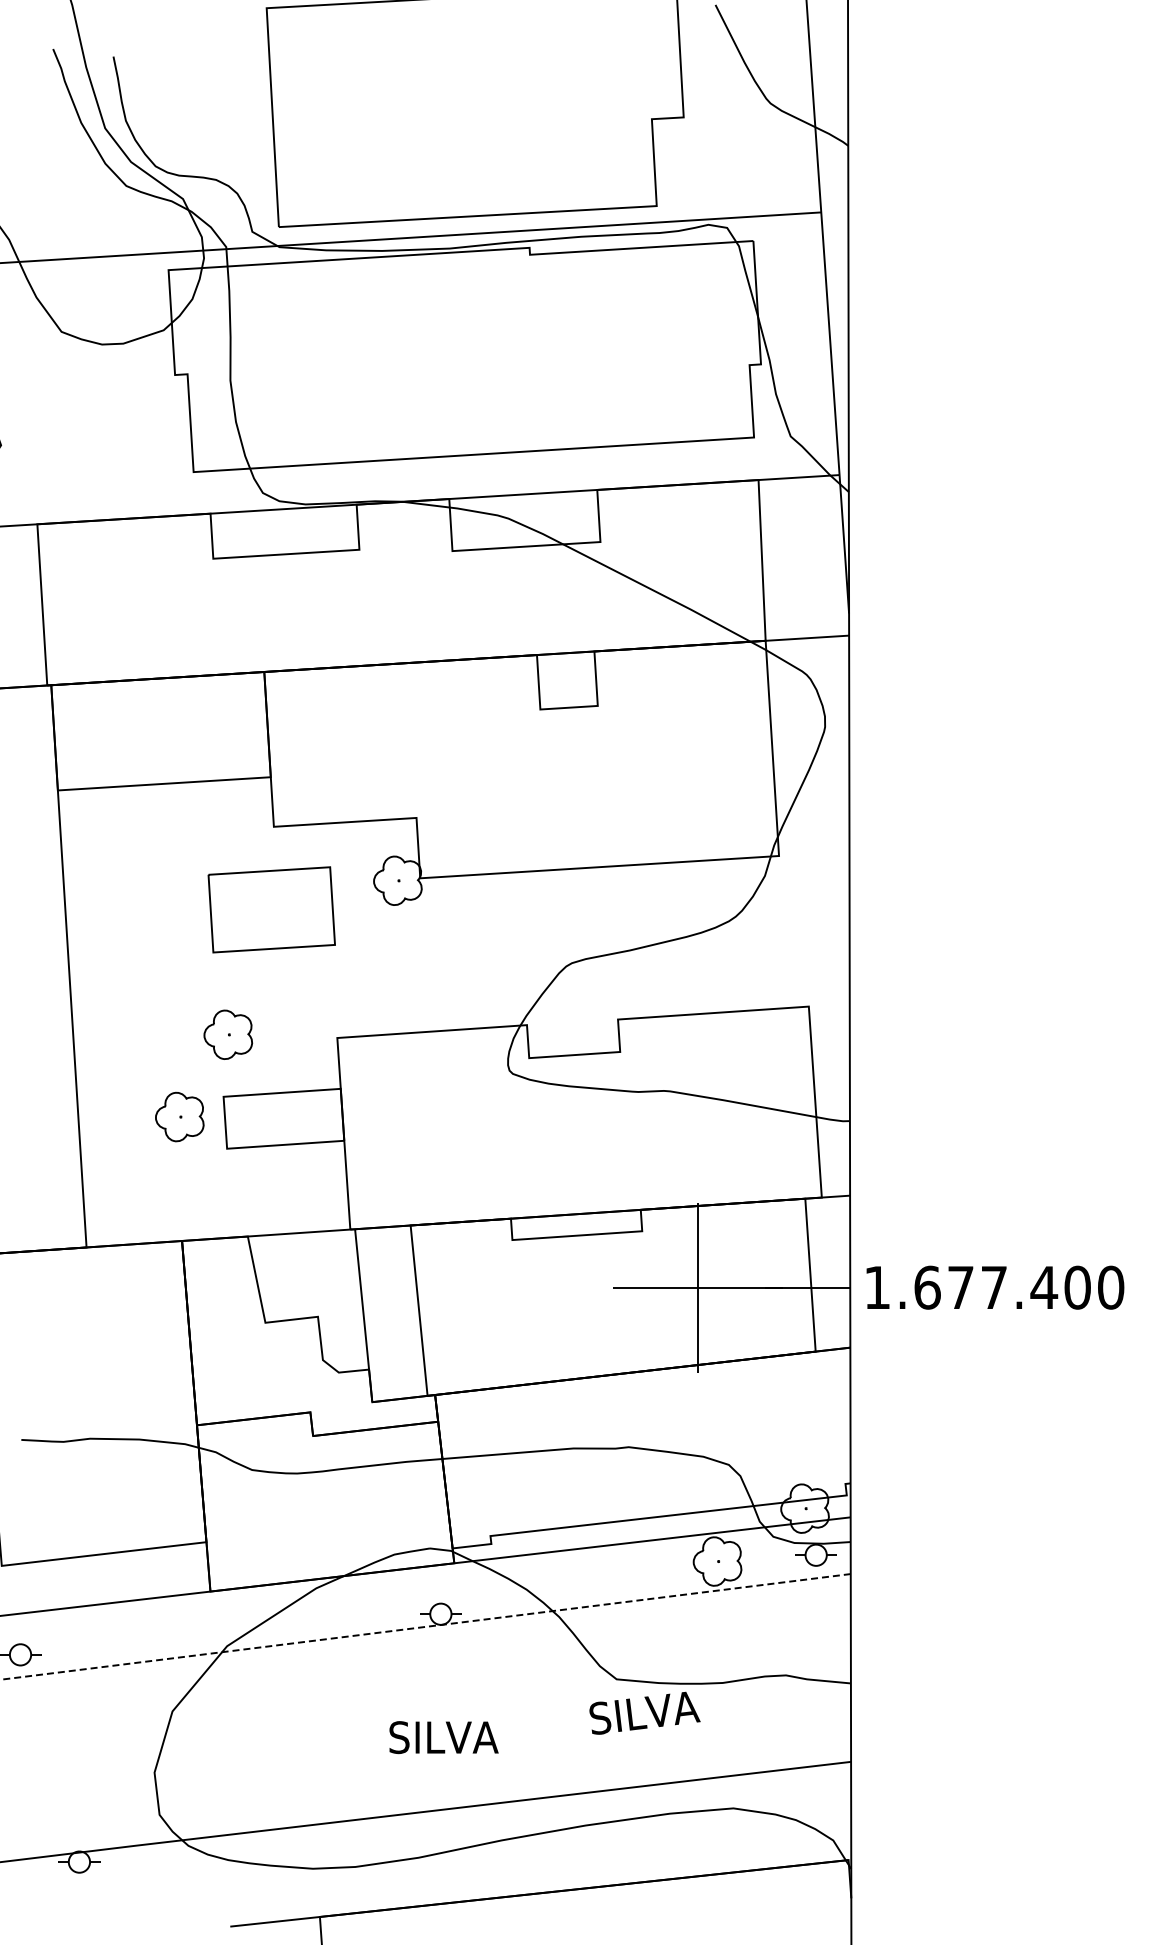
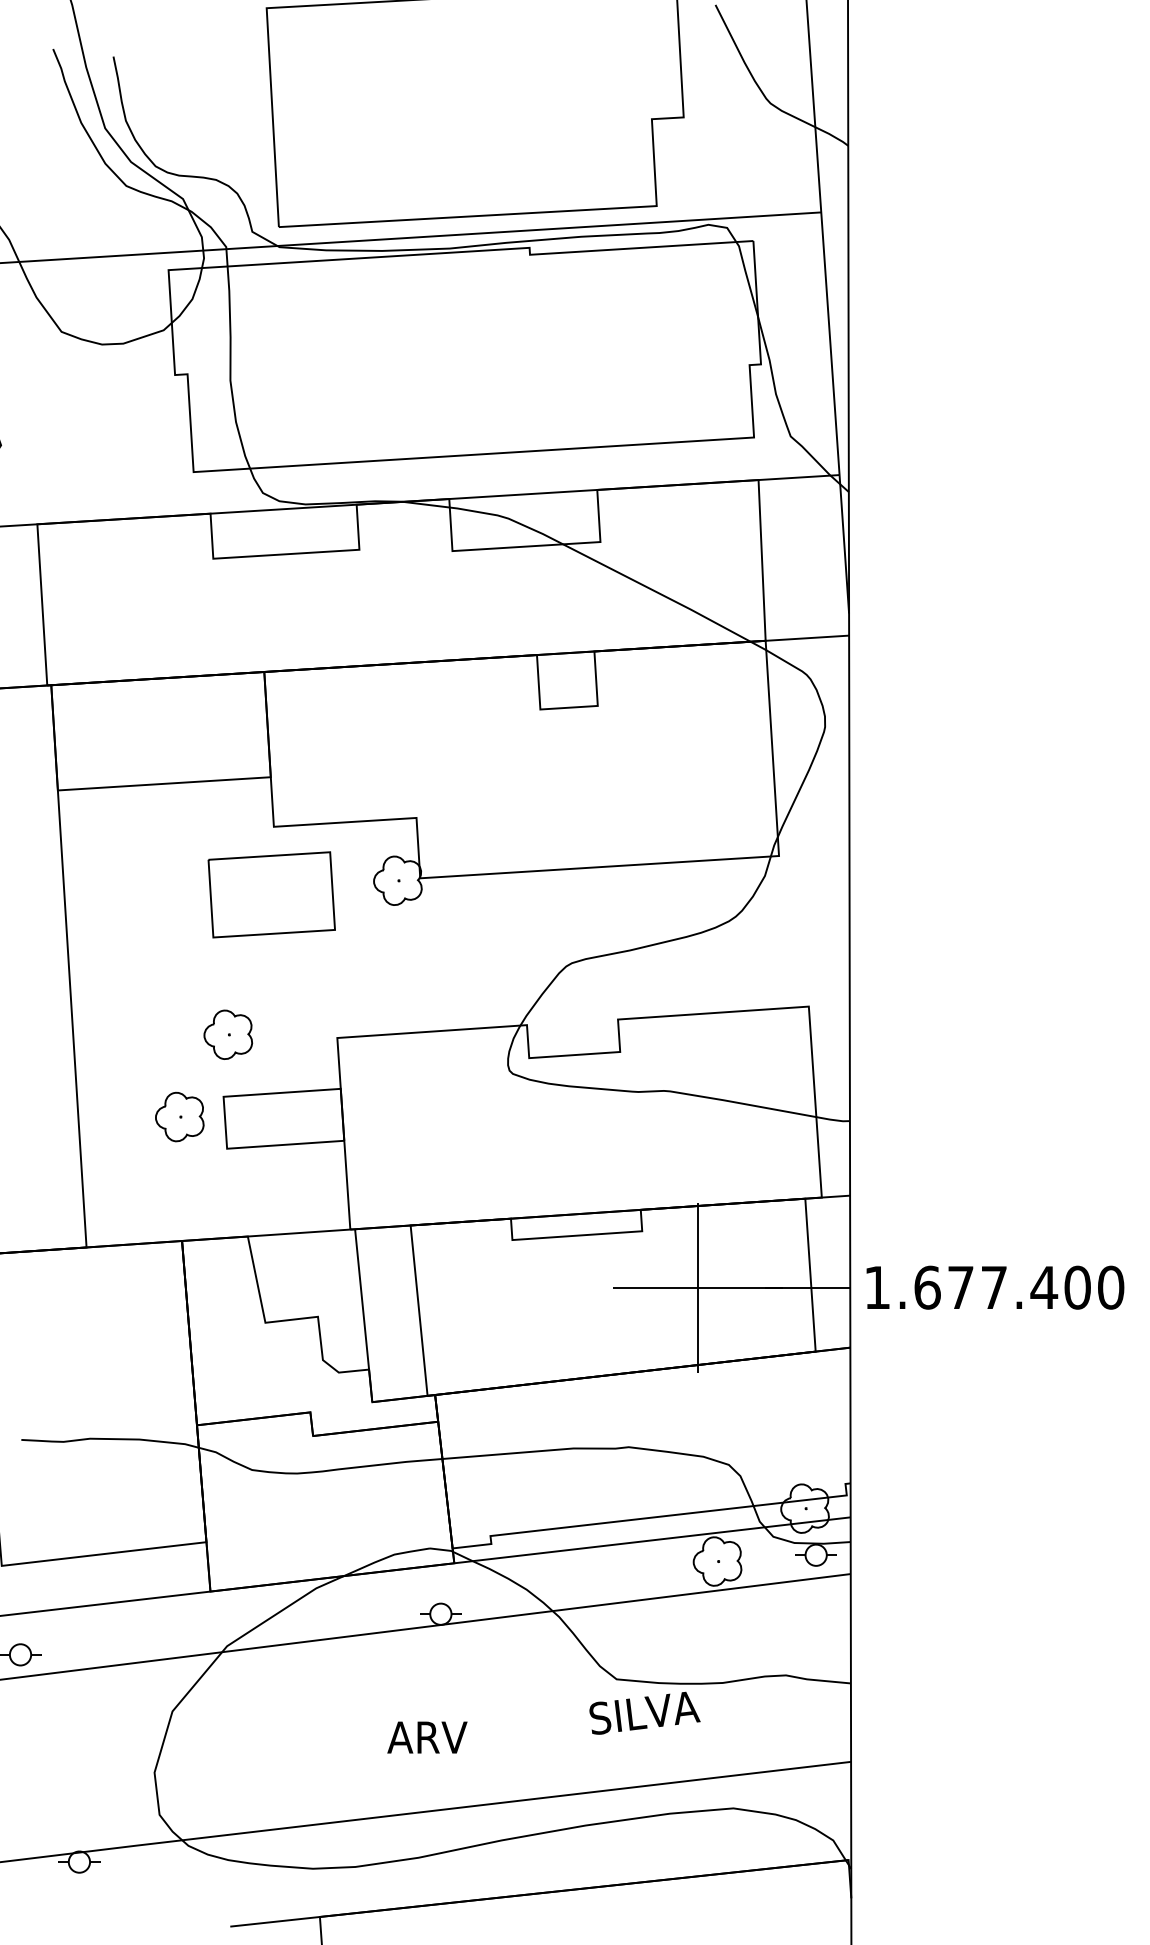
part at (271, 909) position: (271, 909) -> (271, 894)
line at (425, 1626): dashed -> solid
text at (442, 1737): SILVA -> ARV
